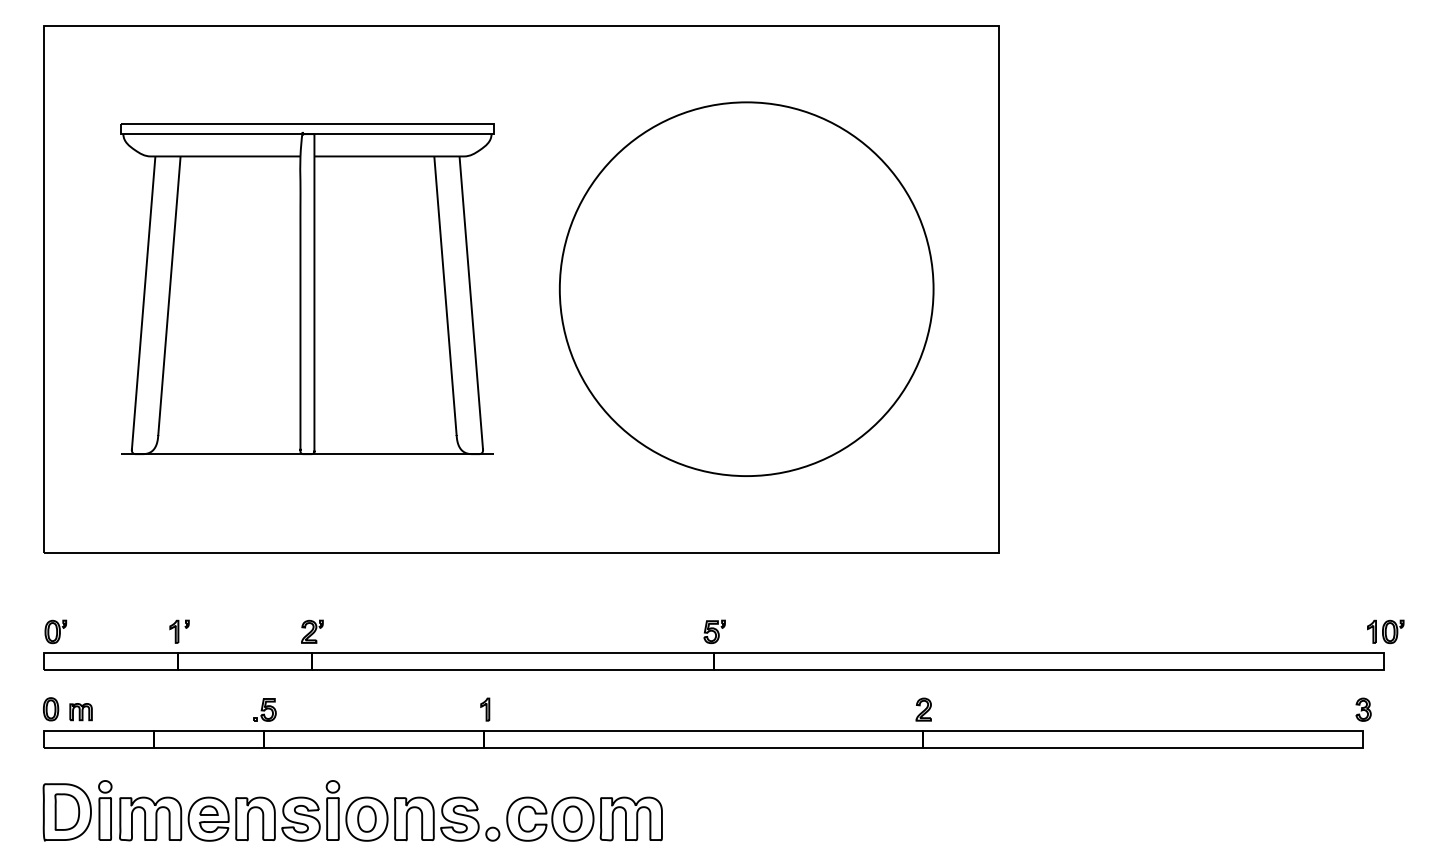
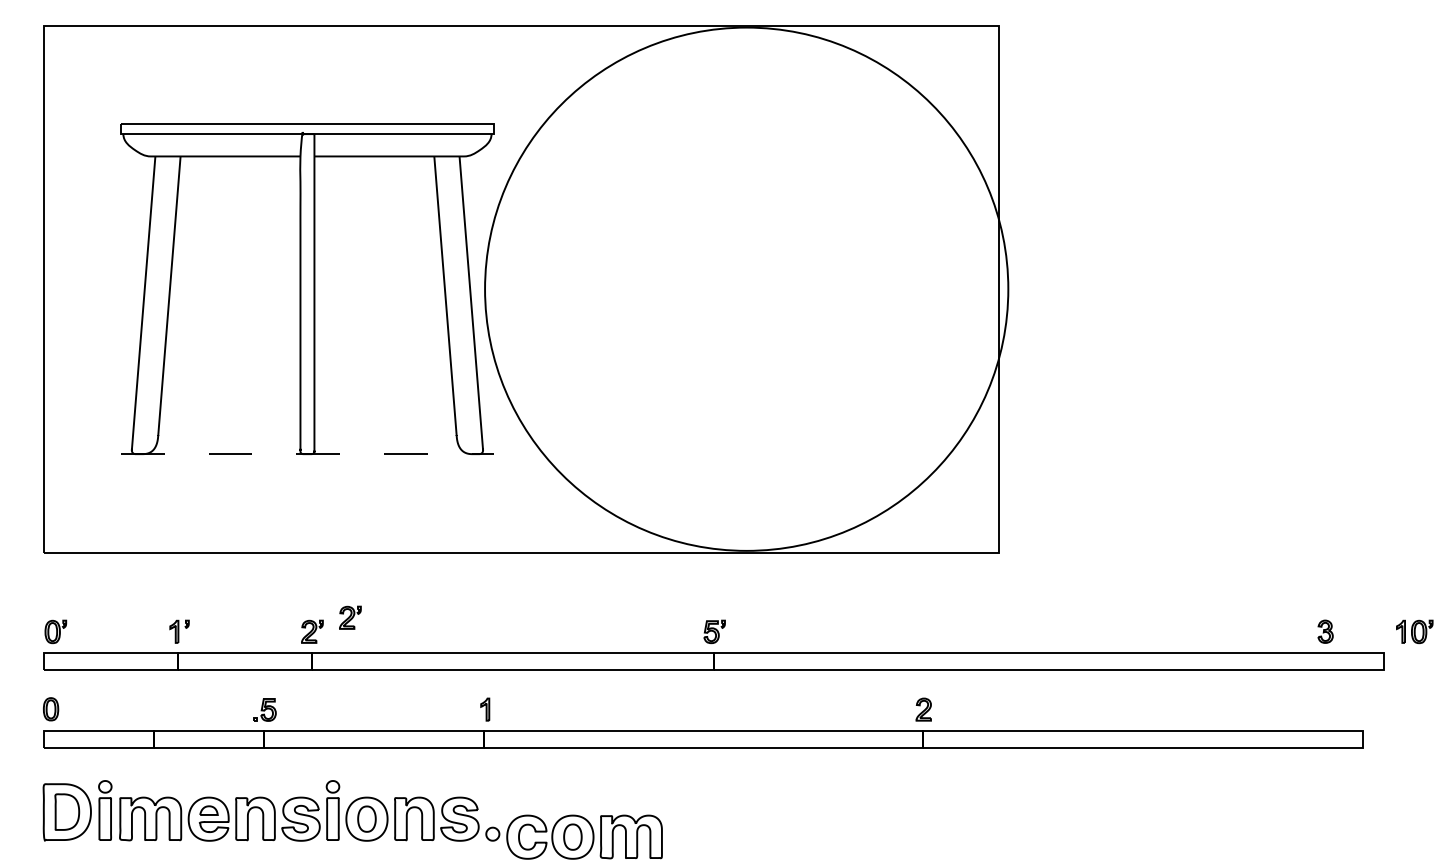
circle at (746, 289) diameter: 374 px -> 523 px
line at (307, 454): solid -> dashed
part at (350, 617): none -> present
part at (1385, 631) position: (1385, 631) -> (1414, 631)
part at (1363, 709) position: (1363, 709) -> (1325, 631)
part at (80, 712): present -> none
part at (584, 818) position: (584, 818) -> (584, 836)
